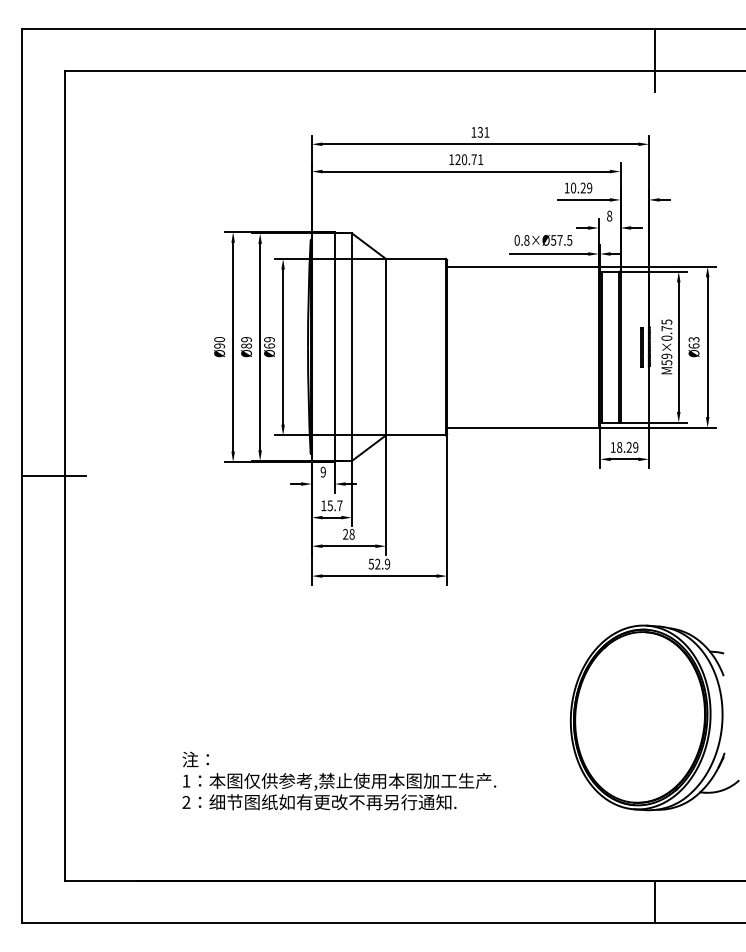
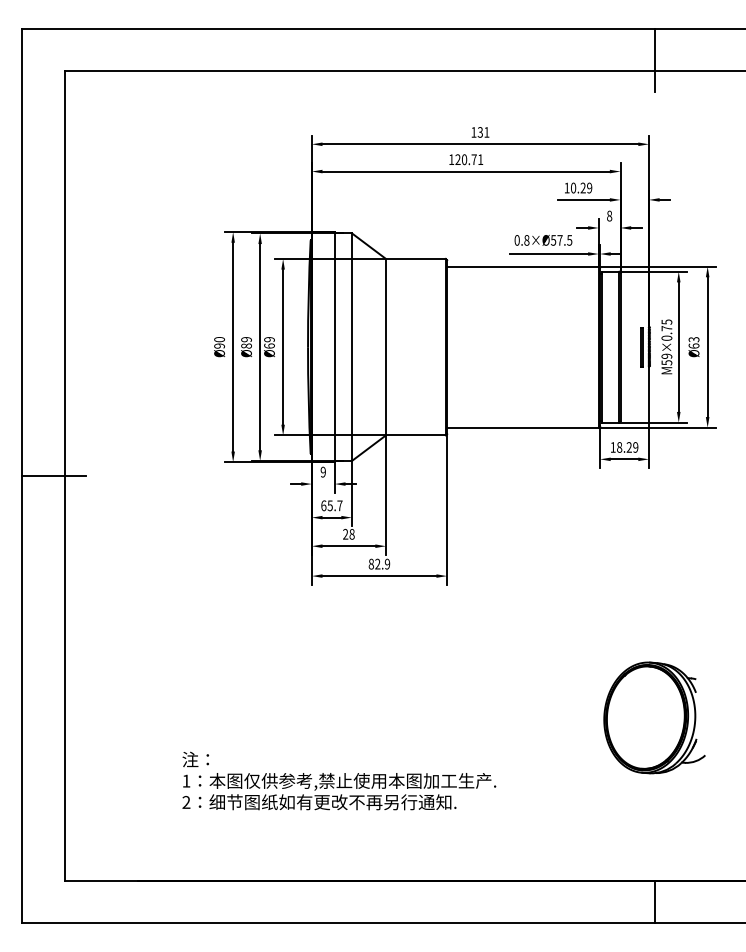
text at (323, 505): 15.7 -> 65.7
text at (370, 563): 52.9 -> 82.9
part at (654, 717) size: 171x188 px -> 103x114 px
